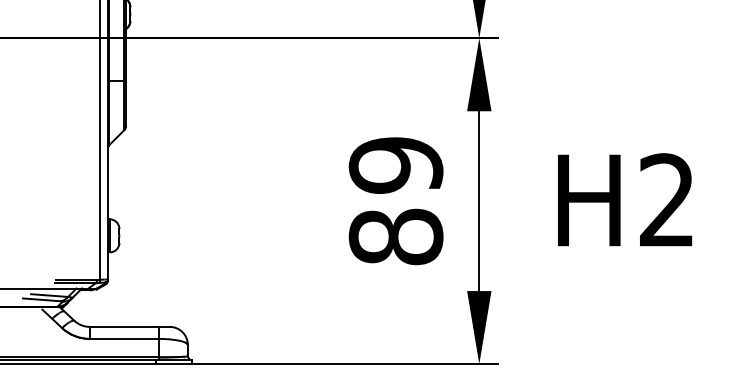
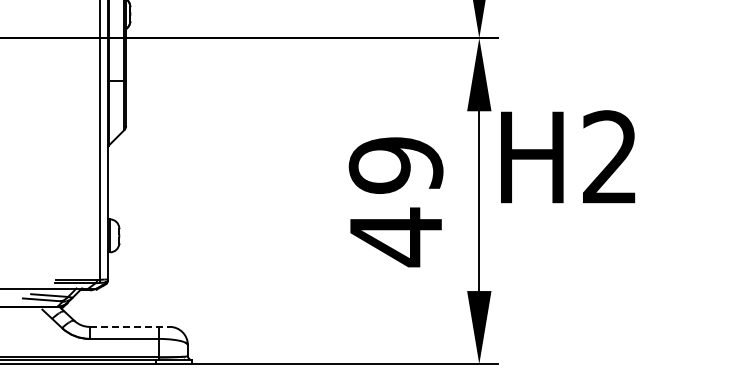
text at (625, 199) position: (625, 199) -> (568, 156)
text at (395, 237): 89 -> 49
line at (130, 326): solid -> dashed
